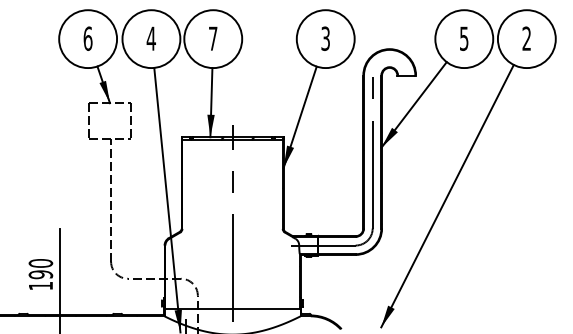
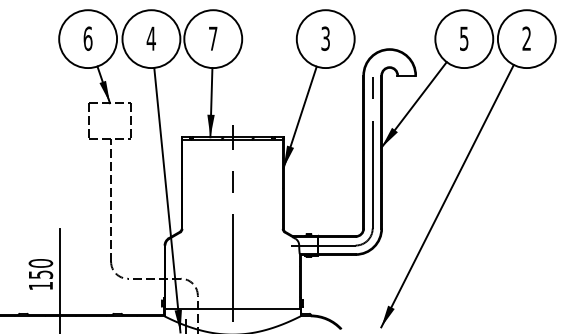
text at (40, 274): 190 -> 150
